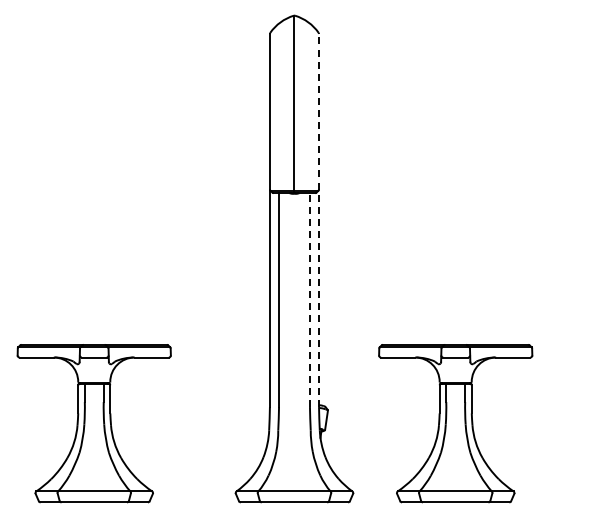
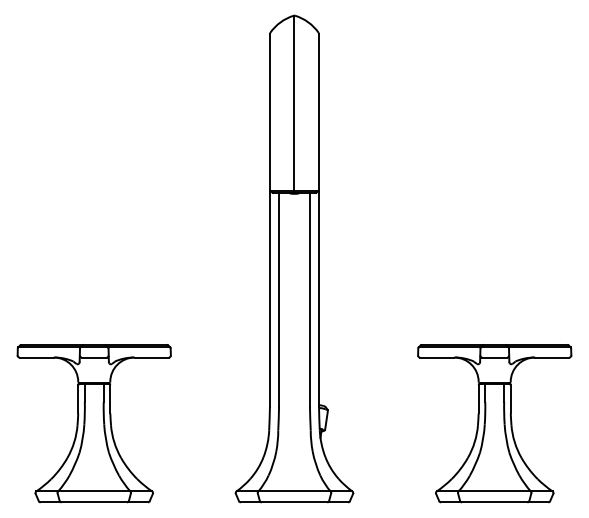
line at (319, 220): dashed -> solid
line at (309, 300): dashed -> solid
part at (455, 423) position: (455, 423) -> (494, 423)
